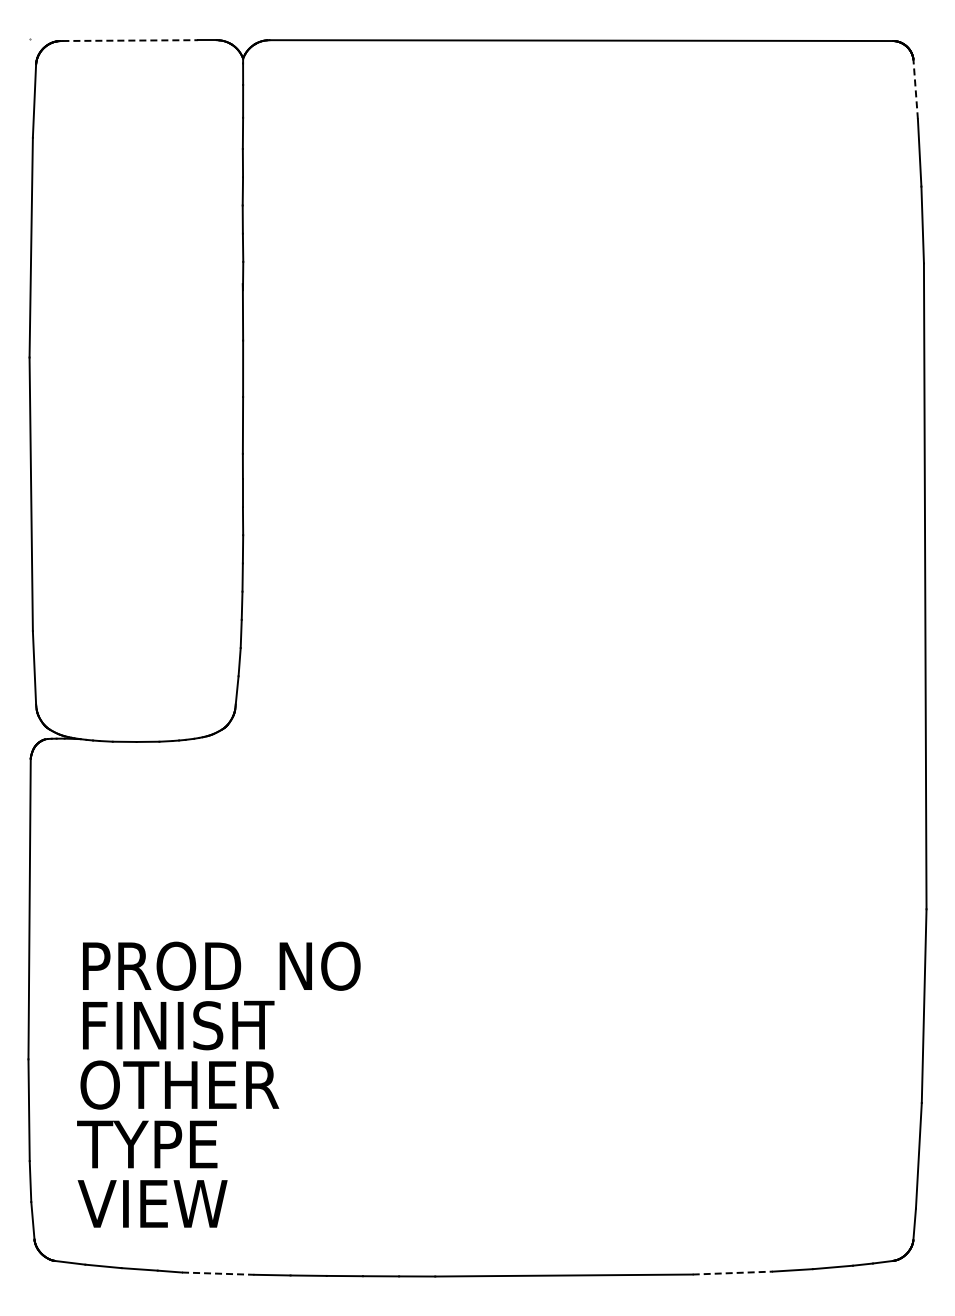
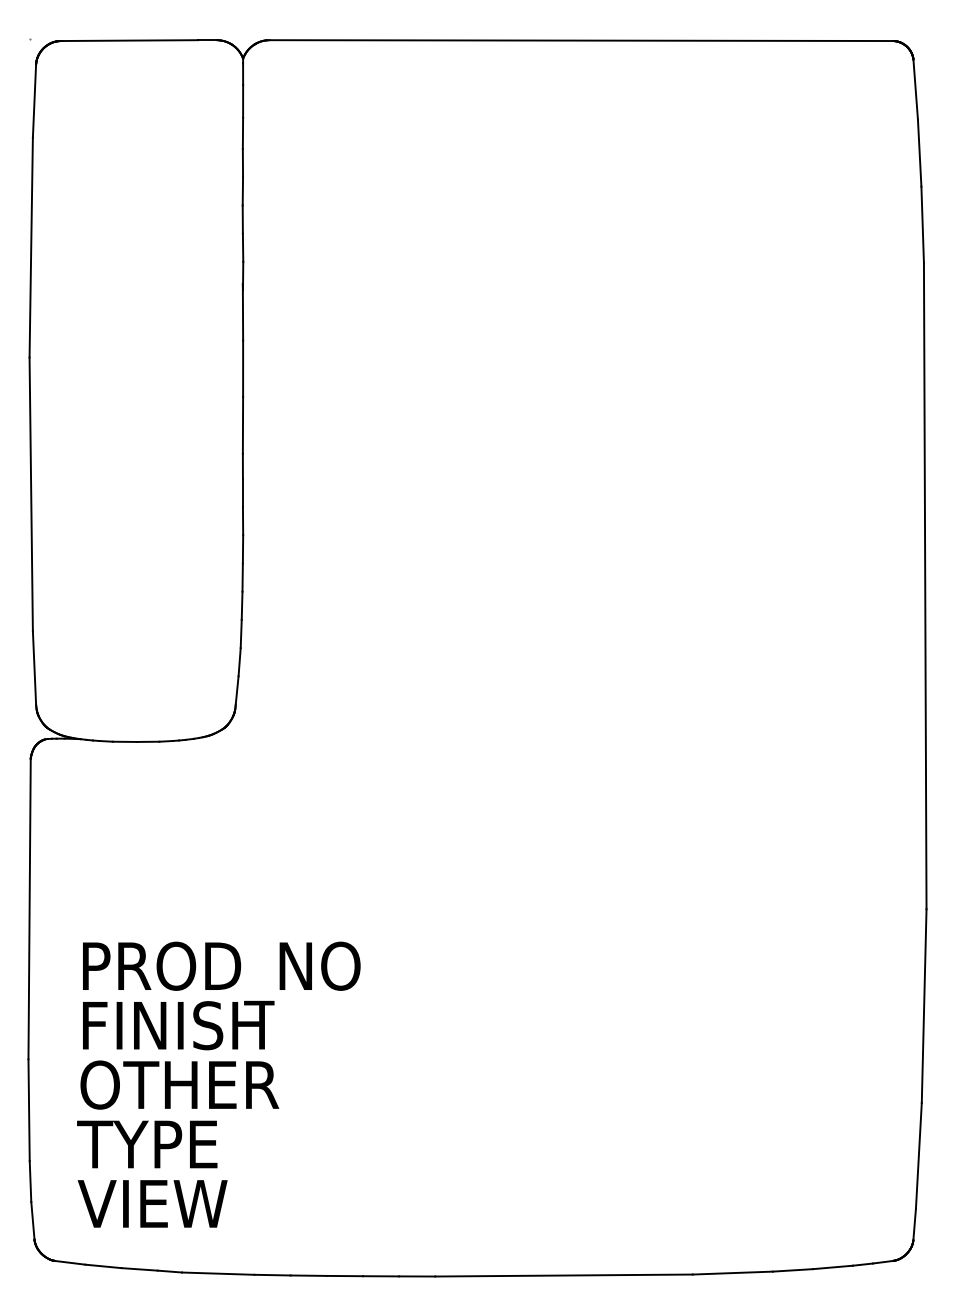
line at (130, 40): dashed -> solid
line at (915, 89): dashed -> solid
line at (218, 1273): dashed -> solid
line at (733, 1273): dashed -> solid
